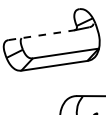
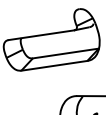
line at (41, 35): dashed -> solid
